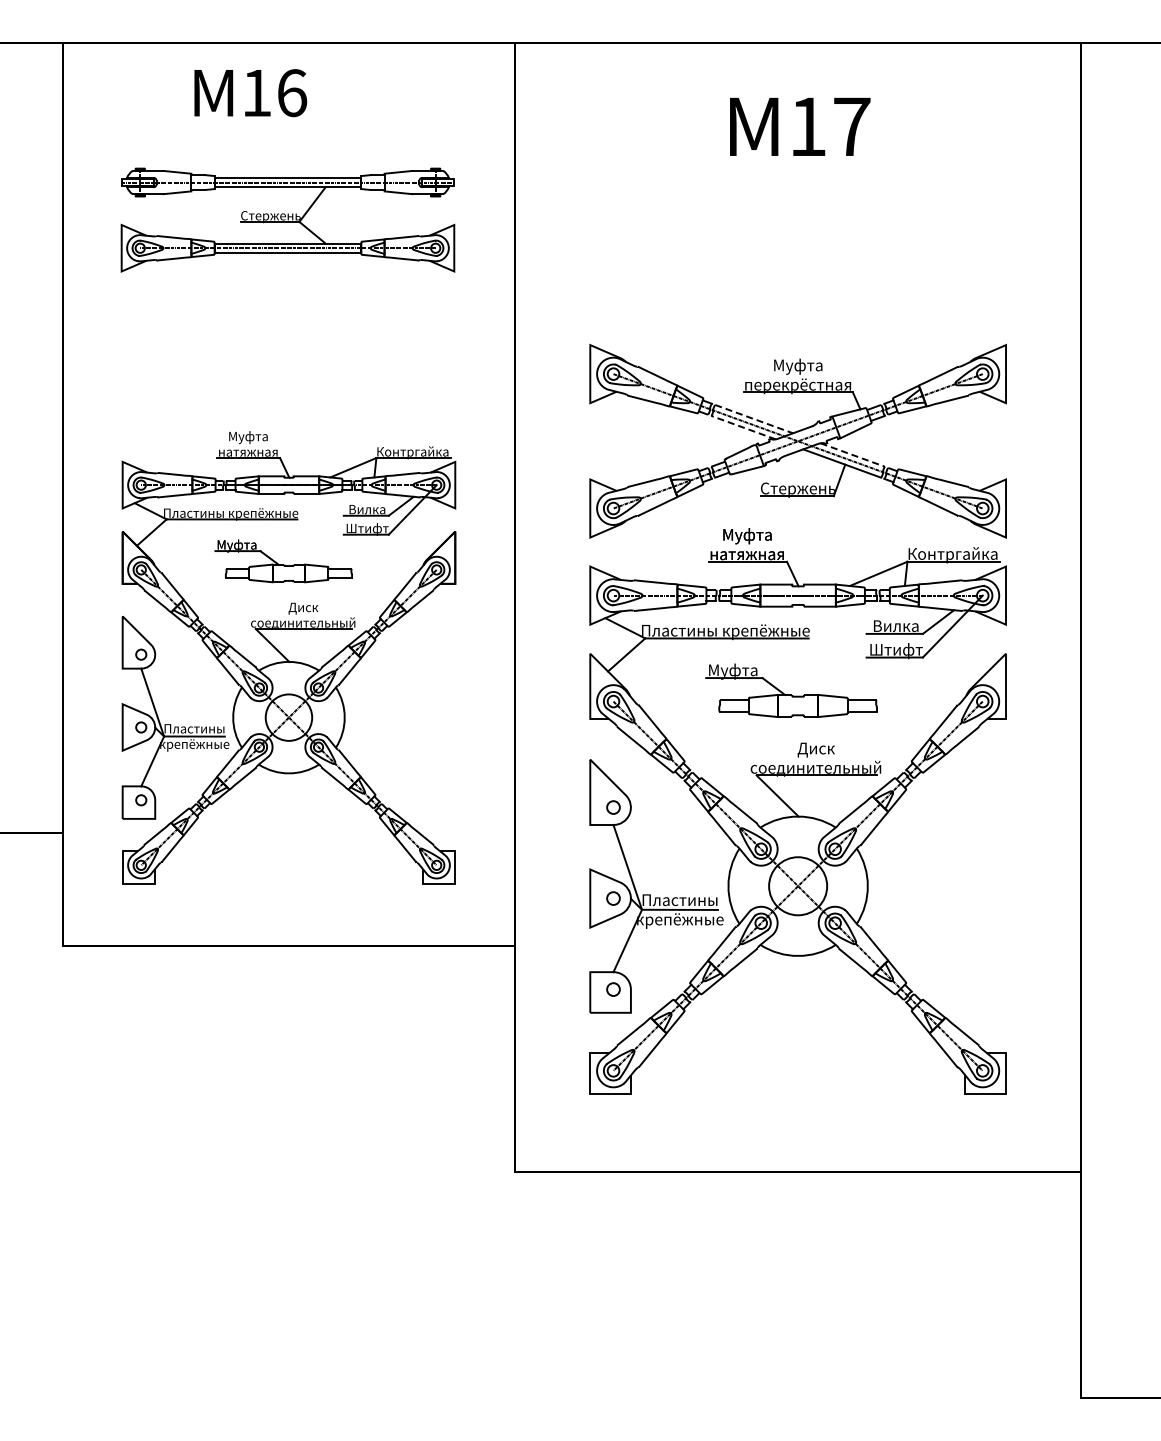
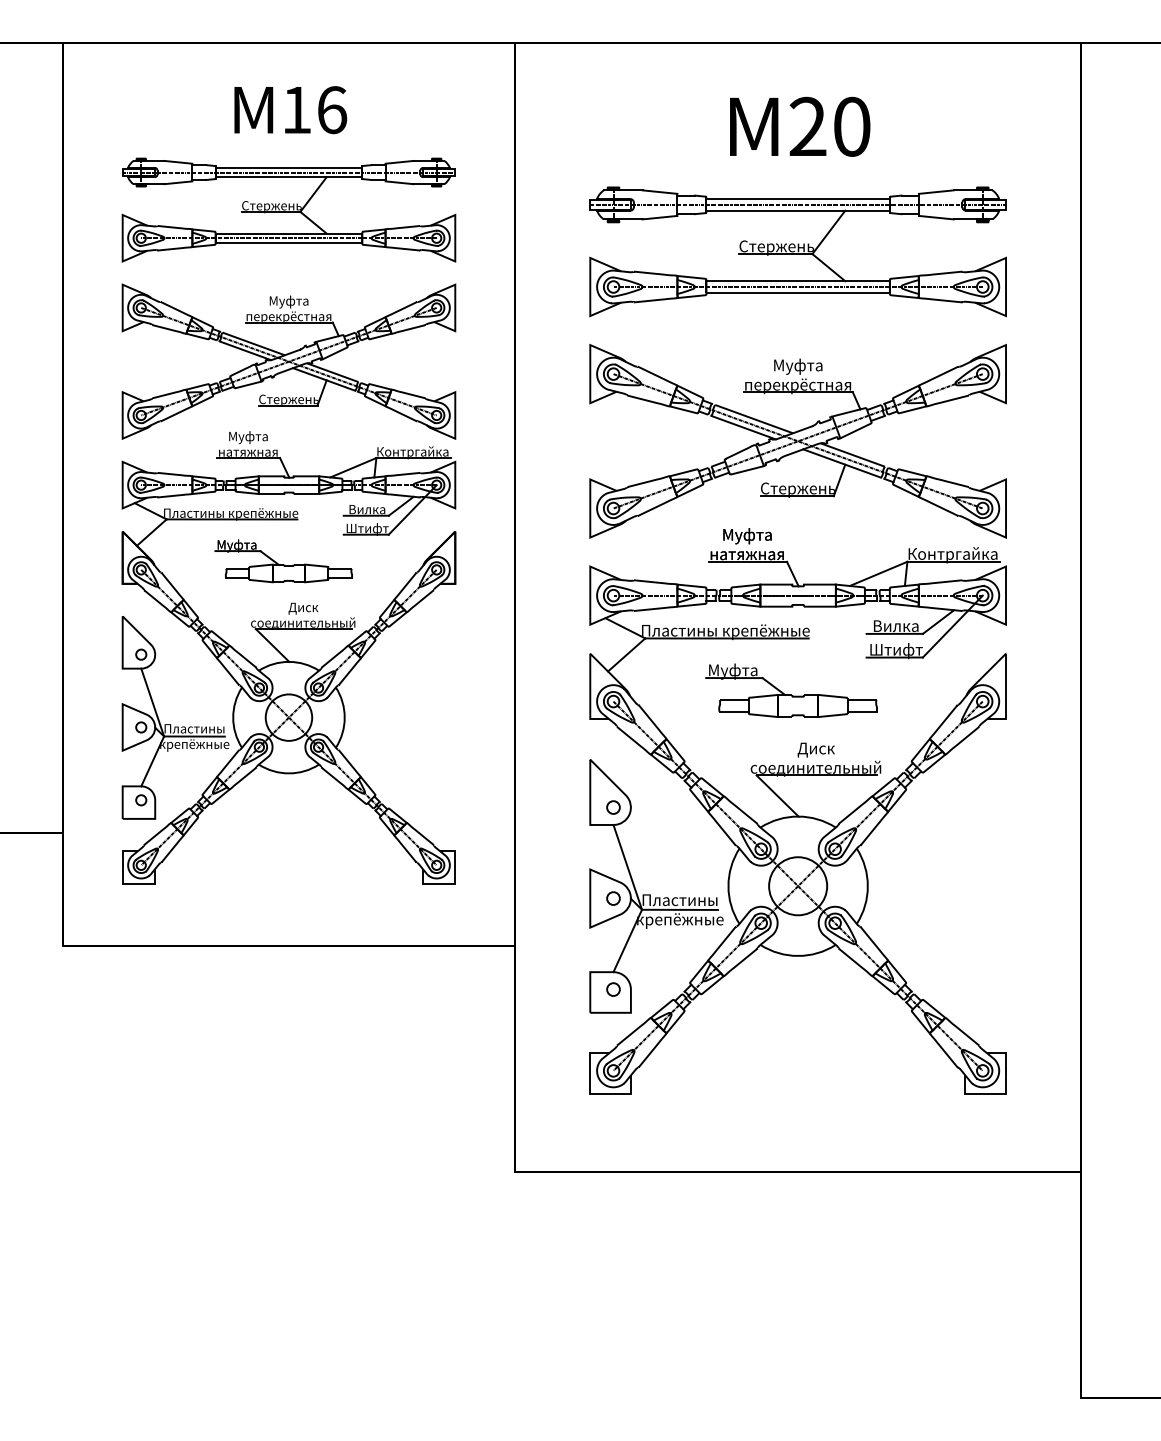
text at (250, 93) position: (250, 93) -> (290, 110)
text at (829, 126): 17 -> 20
part at (287, 219) position: (287, 219) -> (288, 209)
part at (797, 251): none -> present
part at (288, 361): none -> present
line at (754, 419): dashed -> solid
line at (743, 427): dashed -> solid
line at (853, 455): dashed -> solid
